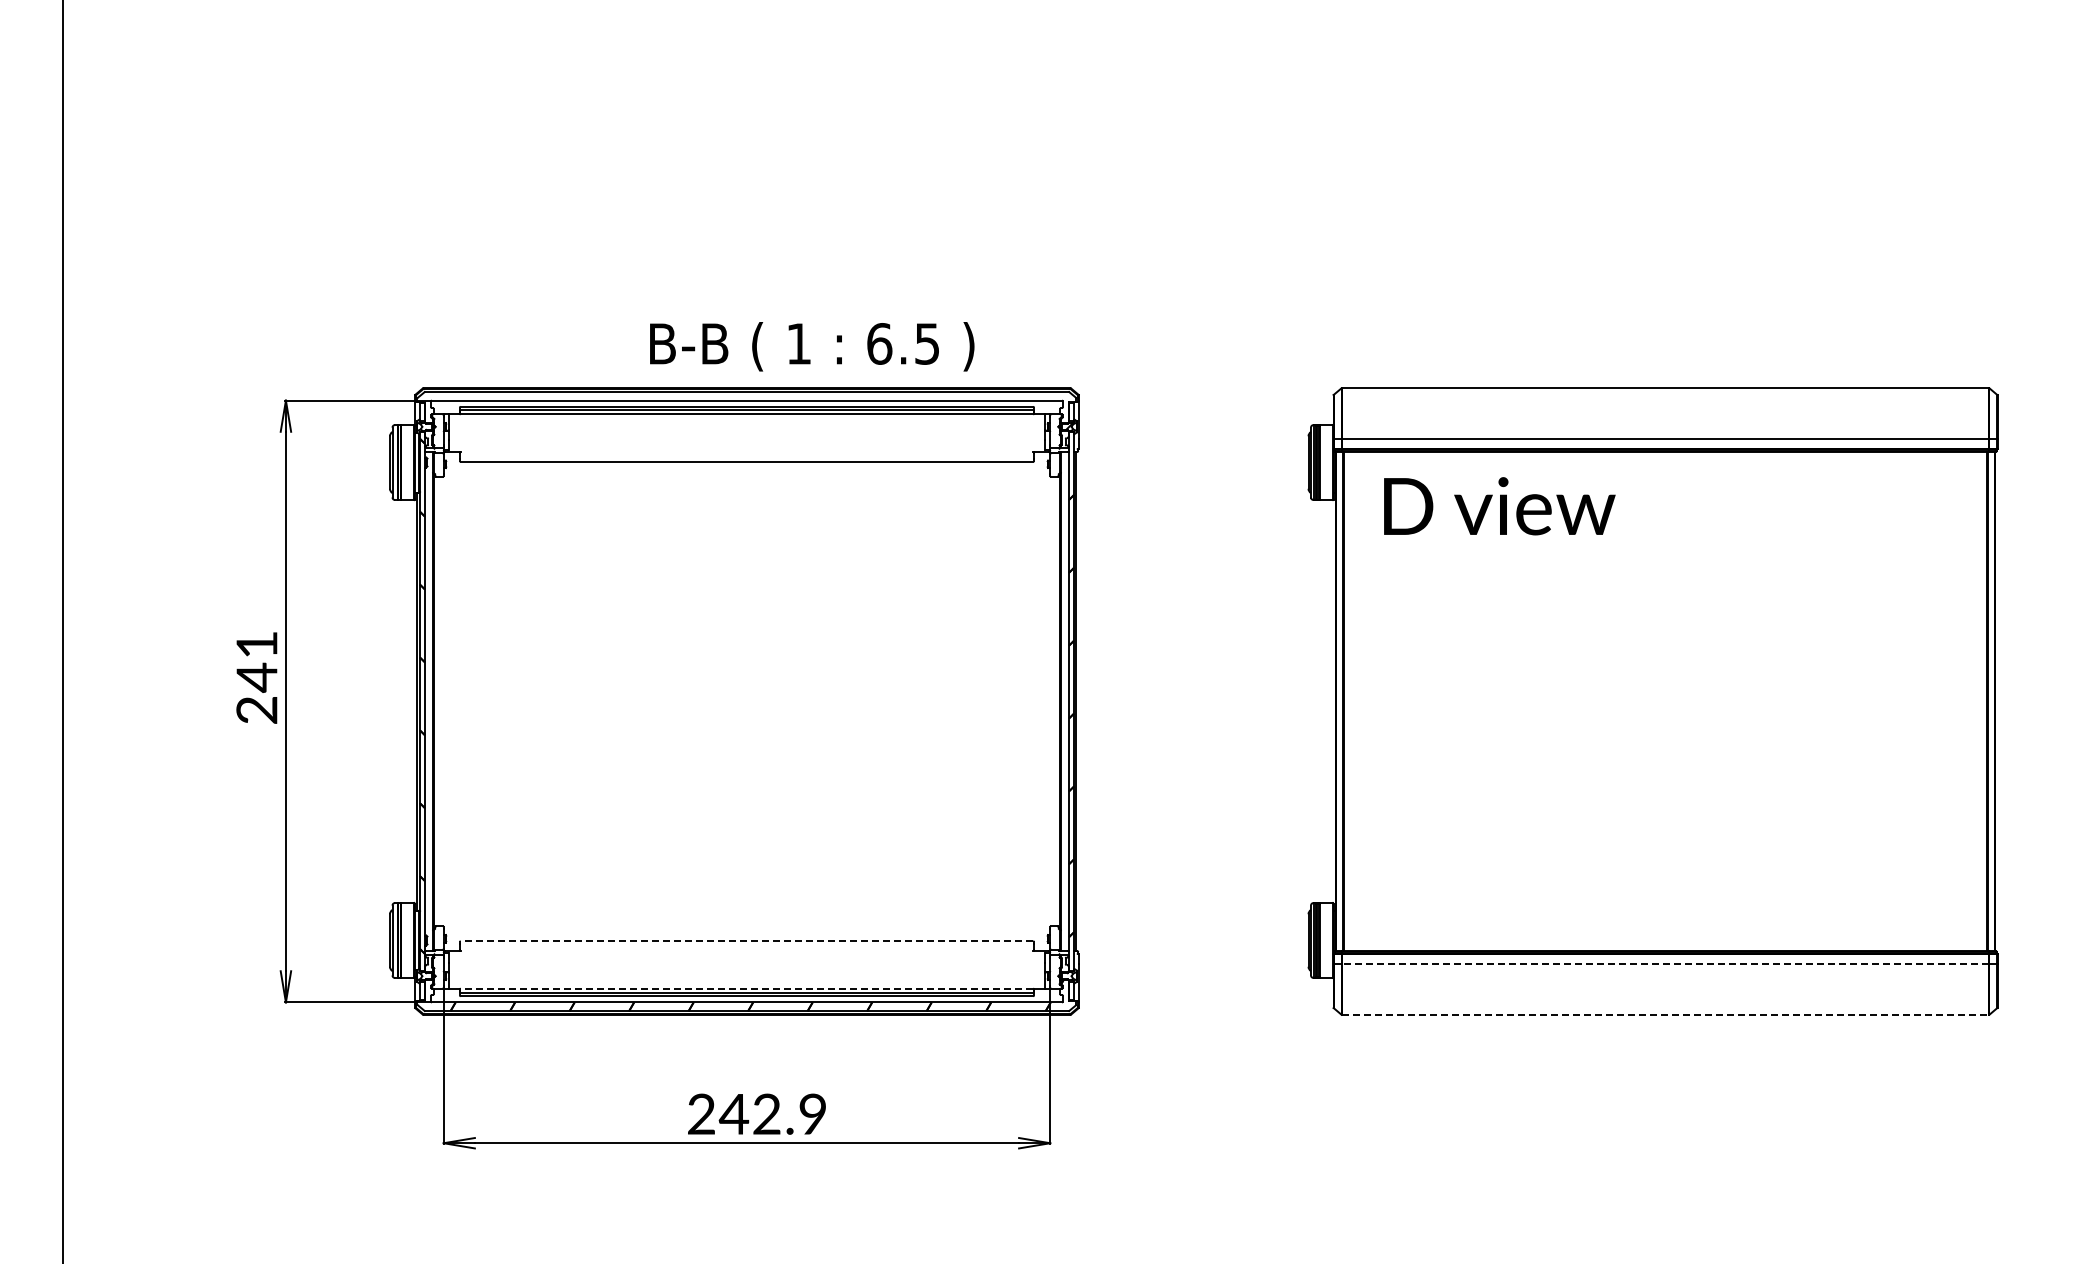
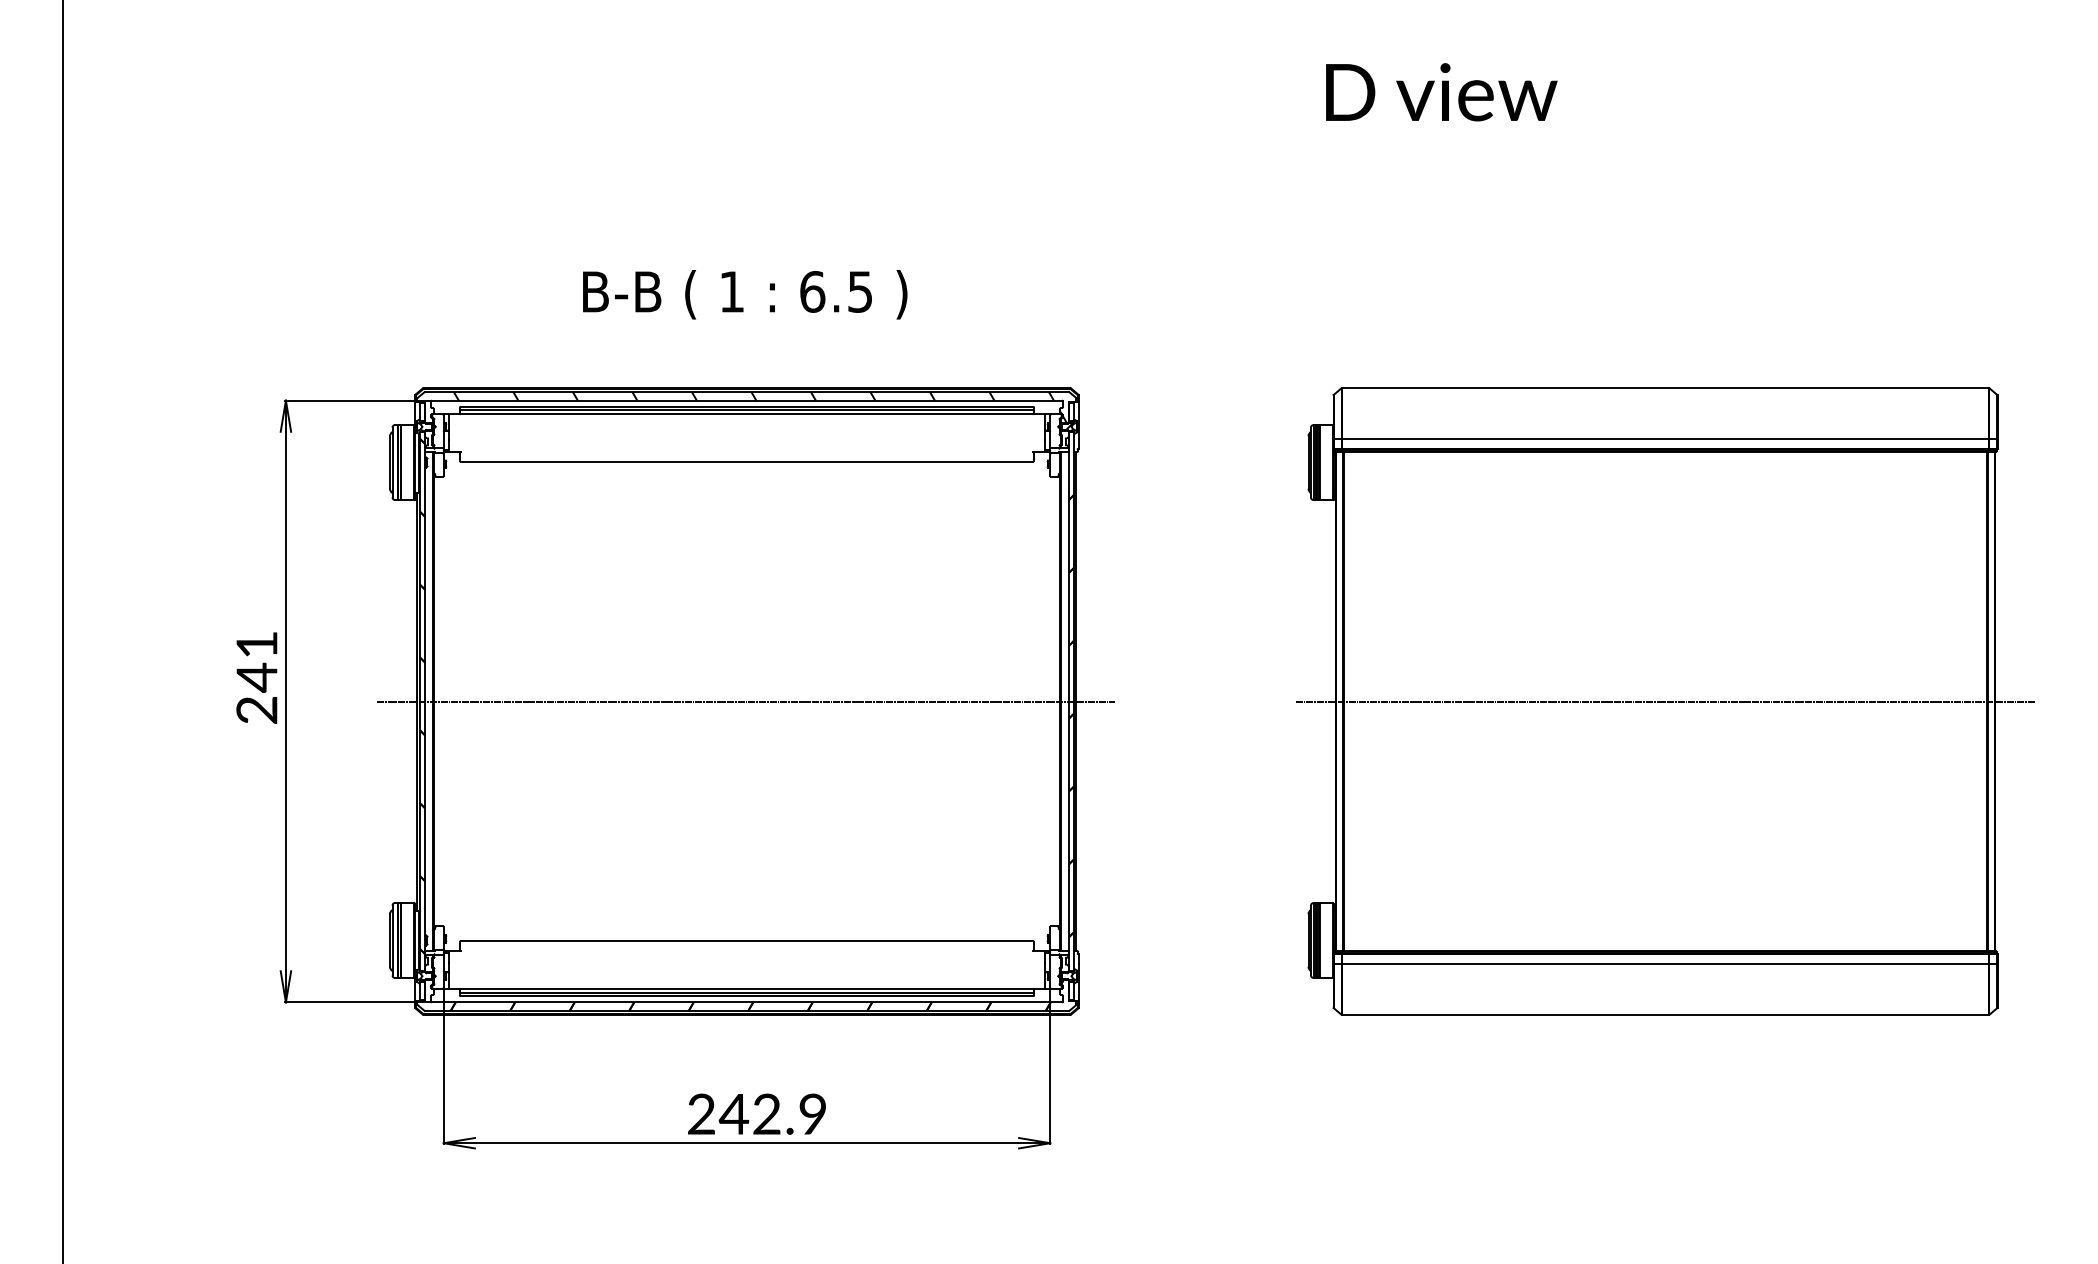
text at (812, 346) position: (812, 346) -> (745, 294)
hatch at (760, 407): none -> present
text at (1499, 506) position: (1499, 506) -> (1441, 92)
line at (745, 701): none -> present
line at (1665, 701): none -> present
line at (746, 941): dashed -> solid
line at (1664, 963): dashed -> solid
line at (746, 988): dashed -> solid
line at (1665, 1014): dashed -> solid
